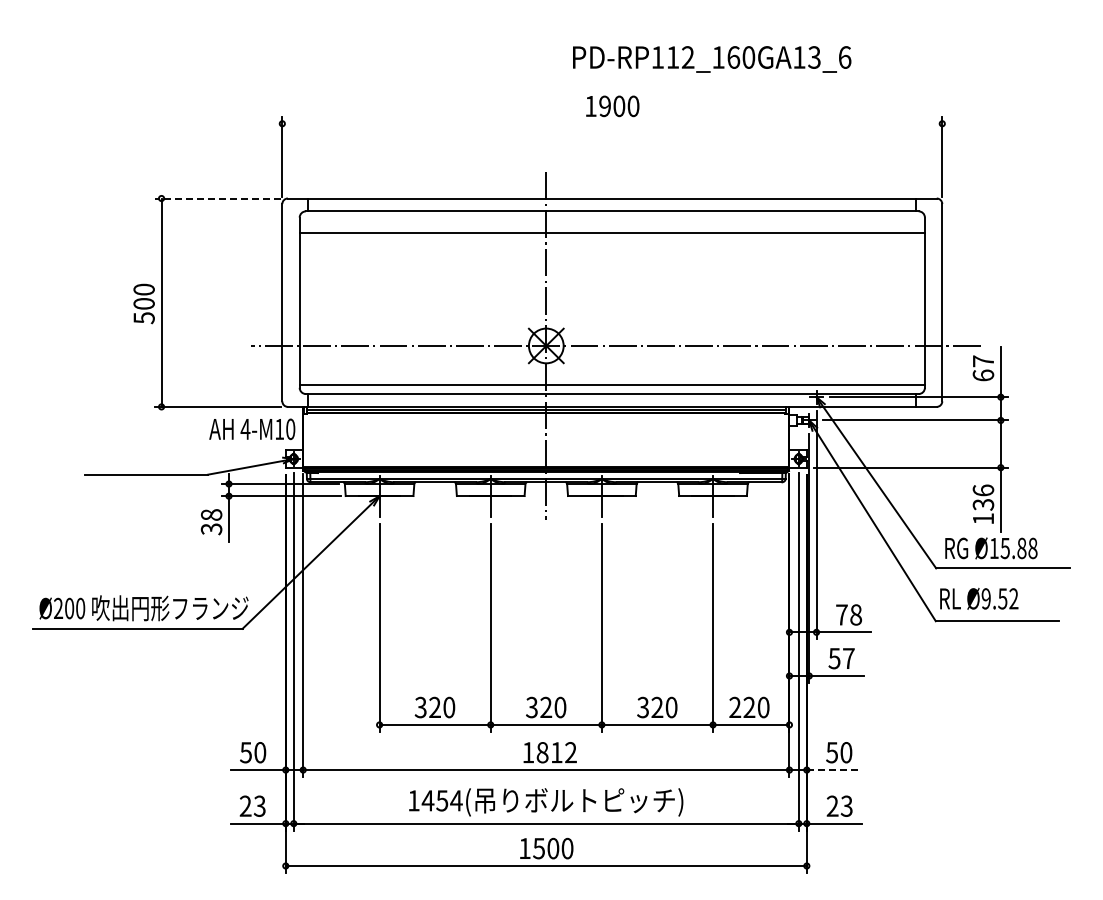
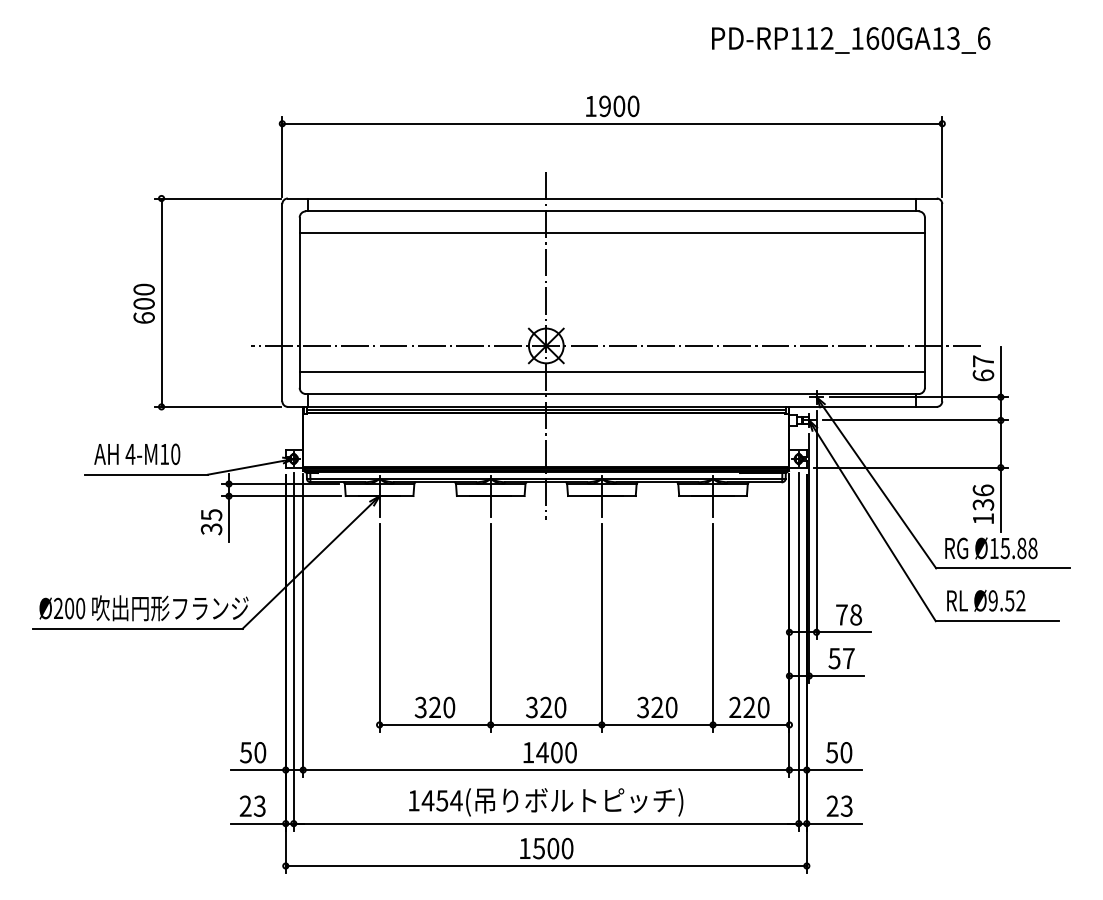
text at (712, 59) position: (712, 59) -> (851, 40)
line at (612, 123): none -> present
line at (217, 198): dashed -> solid
text at (143, 318): 500 -> 600
line at (611, 385) position: (611, 385) -> (611, 372)
text at (252, 428) position: (252, 428) -> (137, 453)
text at (211, 515): 38 -> 35
text at (979, 598) position: (979, 598) -> (986, 600)
text at (556, 752): 1812 -> 1400
line at (834, 770): dashed -> solid
